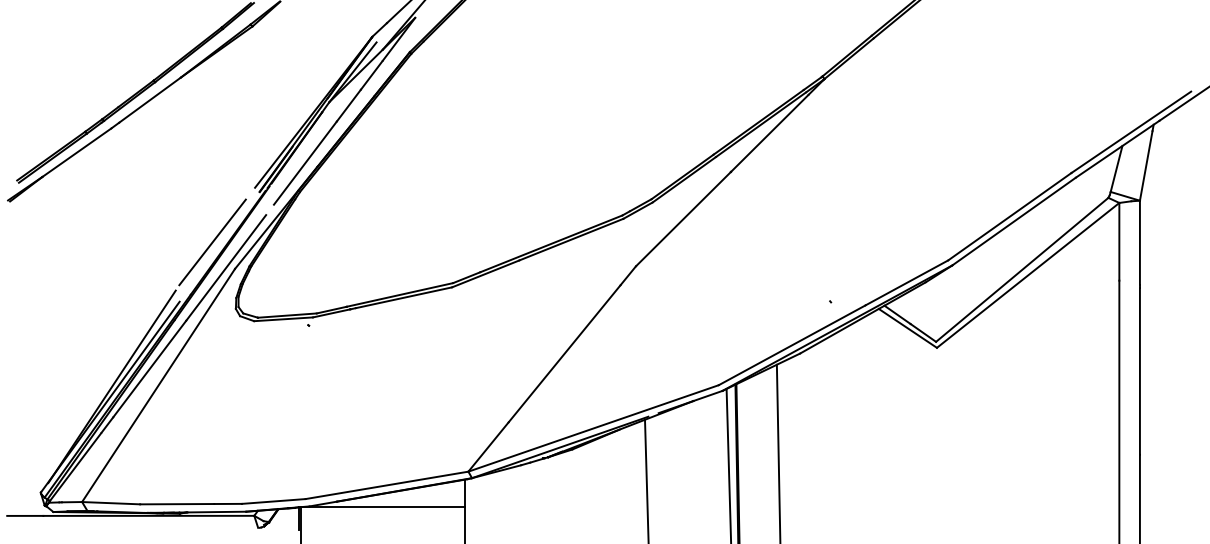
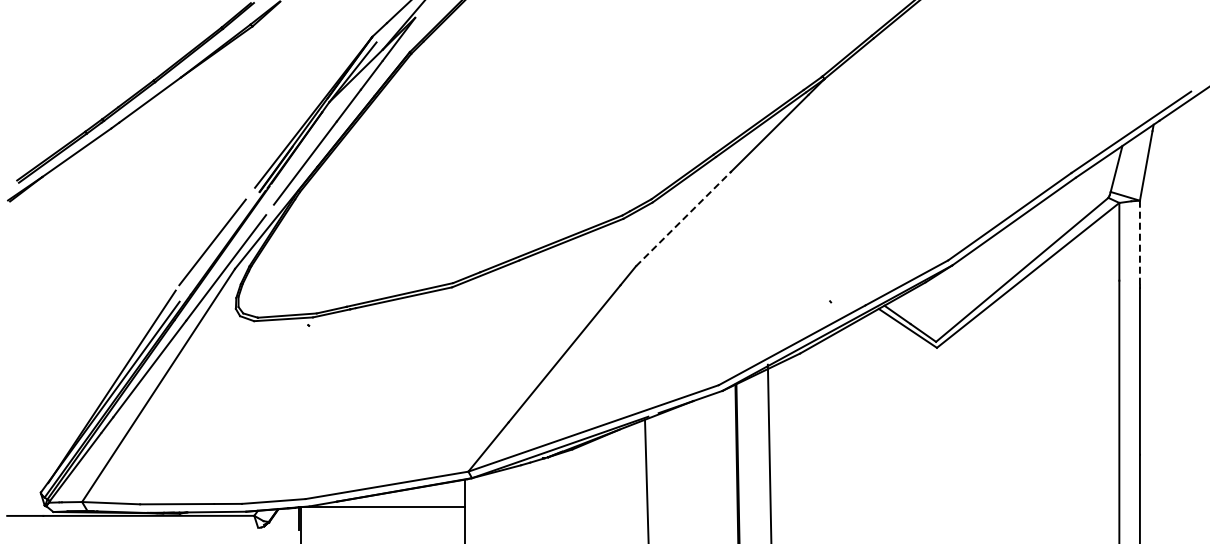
line at (683, 219): solid -> dashed
line at (1139, 243): solid -> dashed
line at (778, 452) position: (778, 452) -> (769, 452)
line at (728, 464): present -> none
